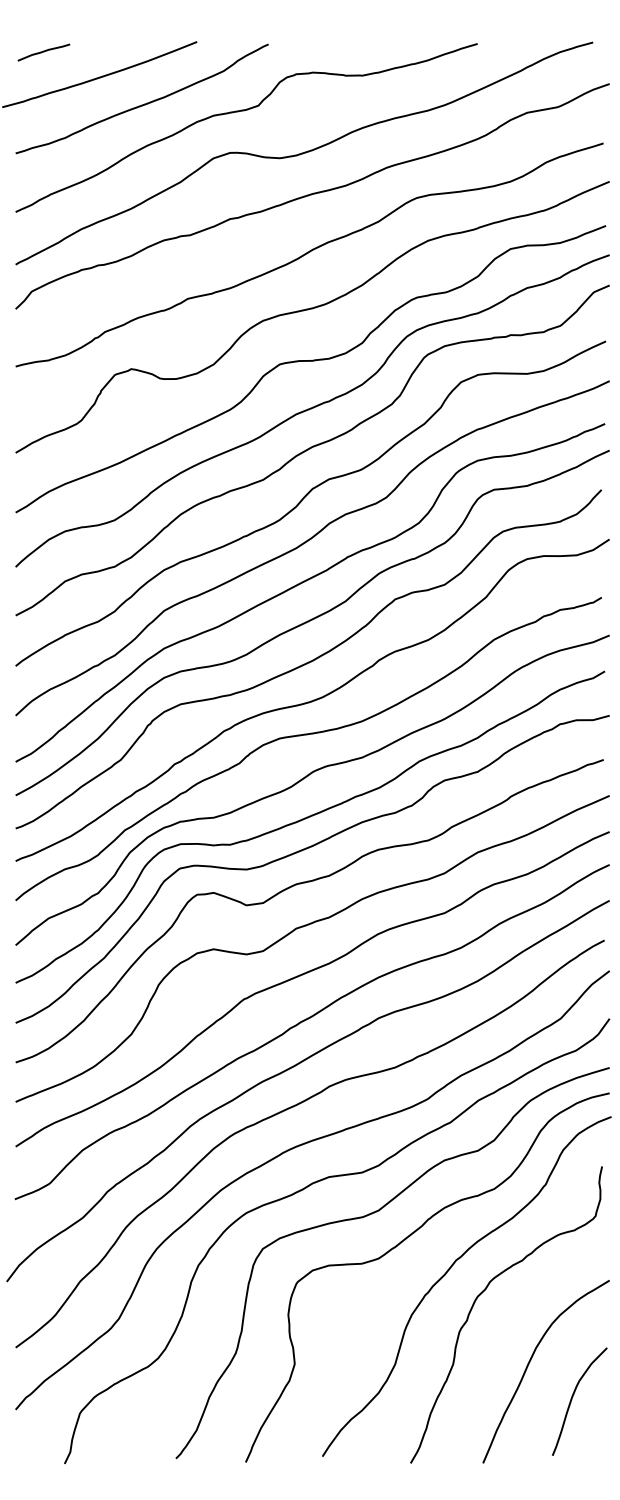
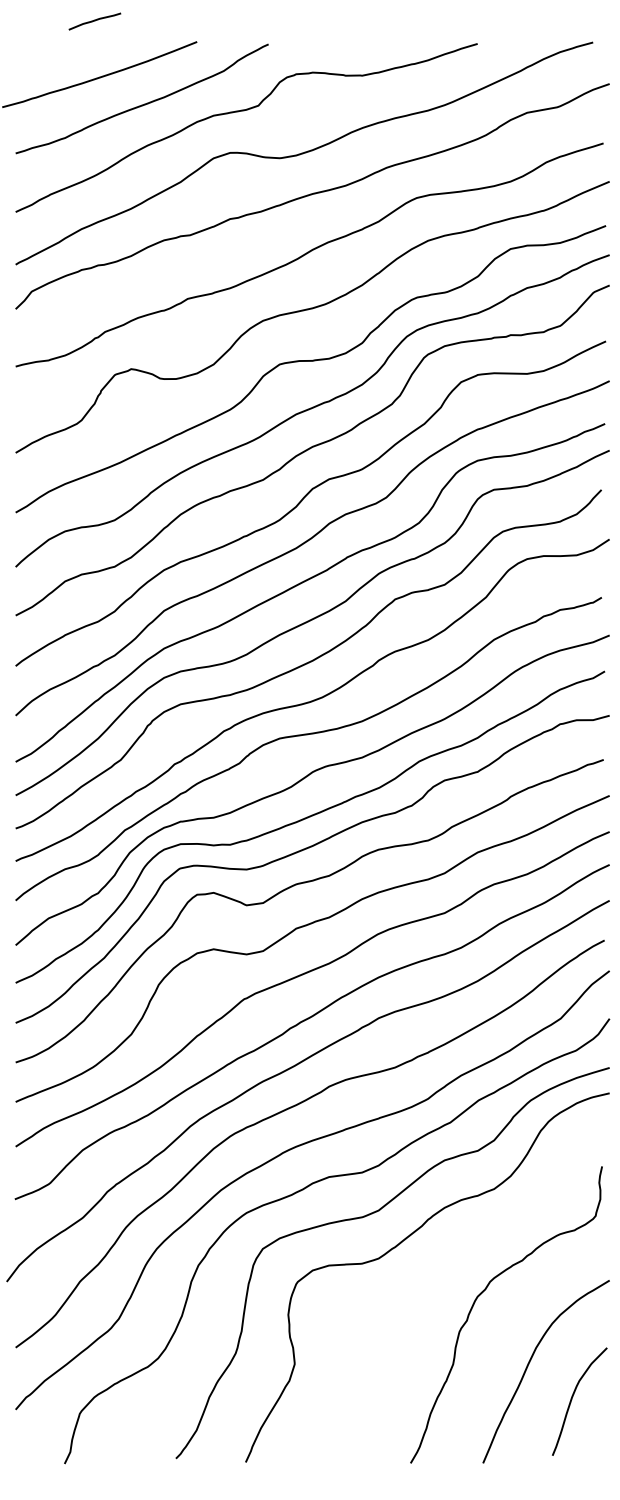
curve at (43, 52) position: (43, 52) -> (94, 21)
curve at (446, 1274): present -> none
